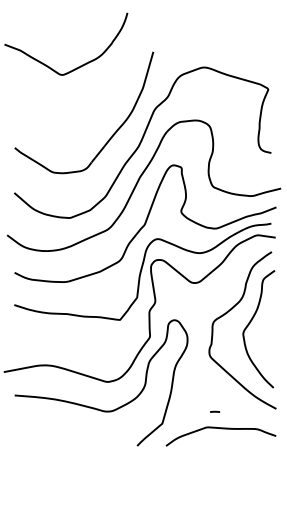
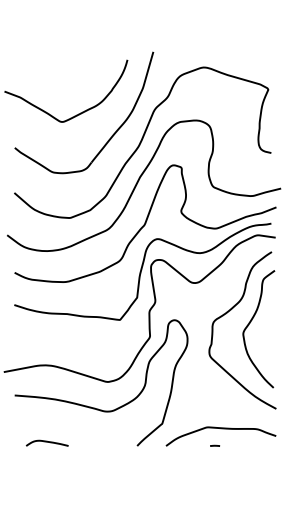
curve at (78, 66) position: (78, 66) -> (78, 113)
curve at (215, 411) position: (215, 411) -> (215, 445)
curve at (46, 442): none -> present
